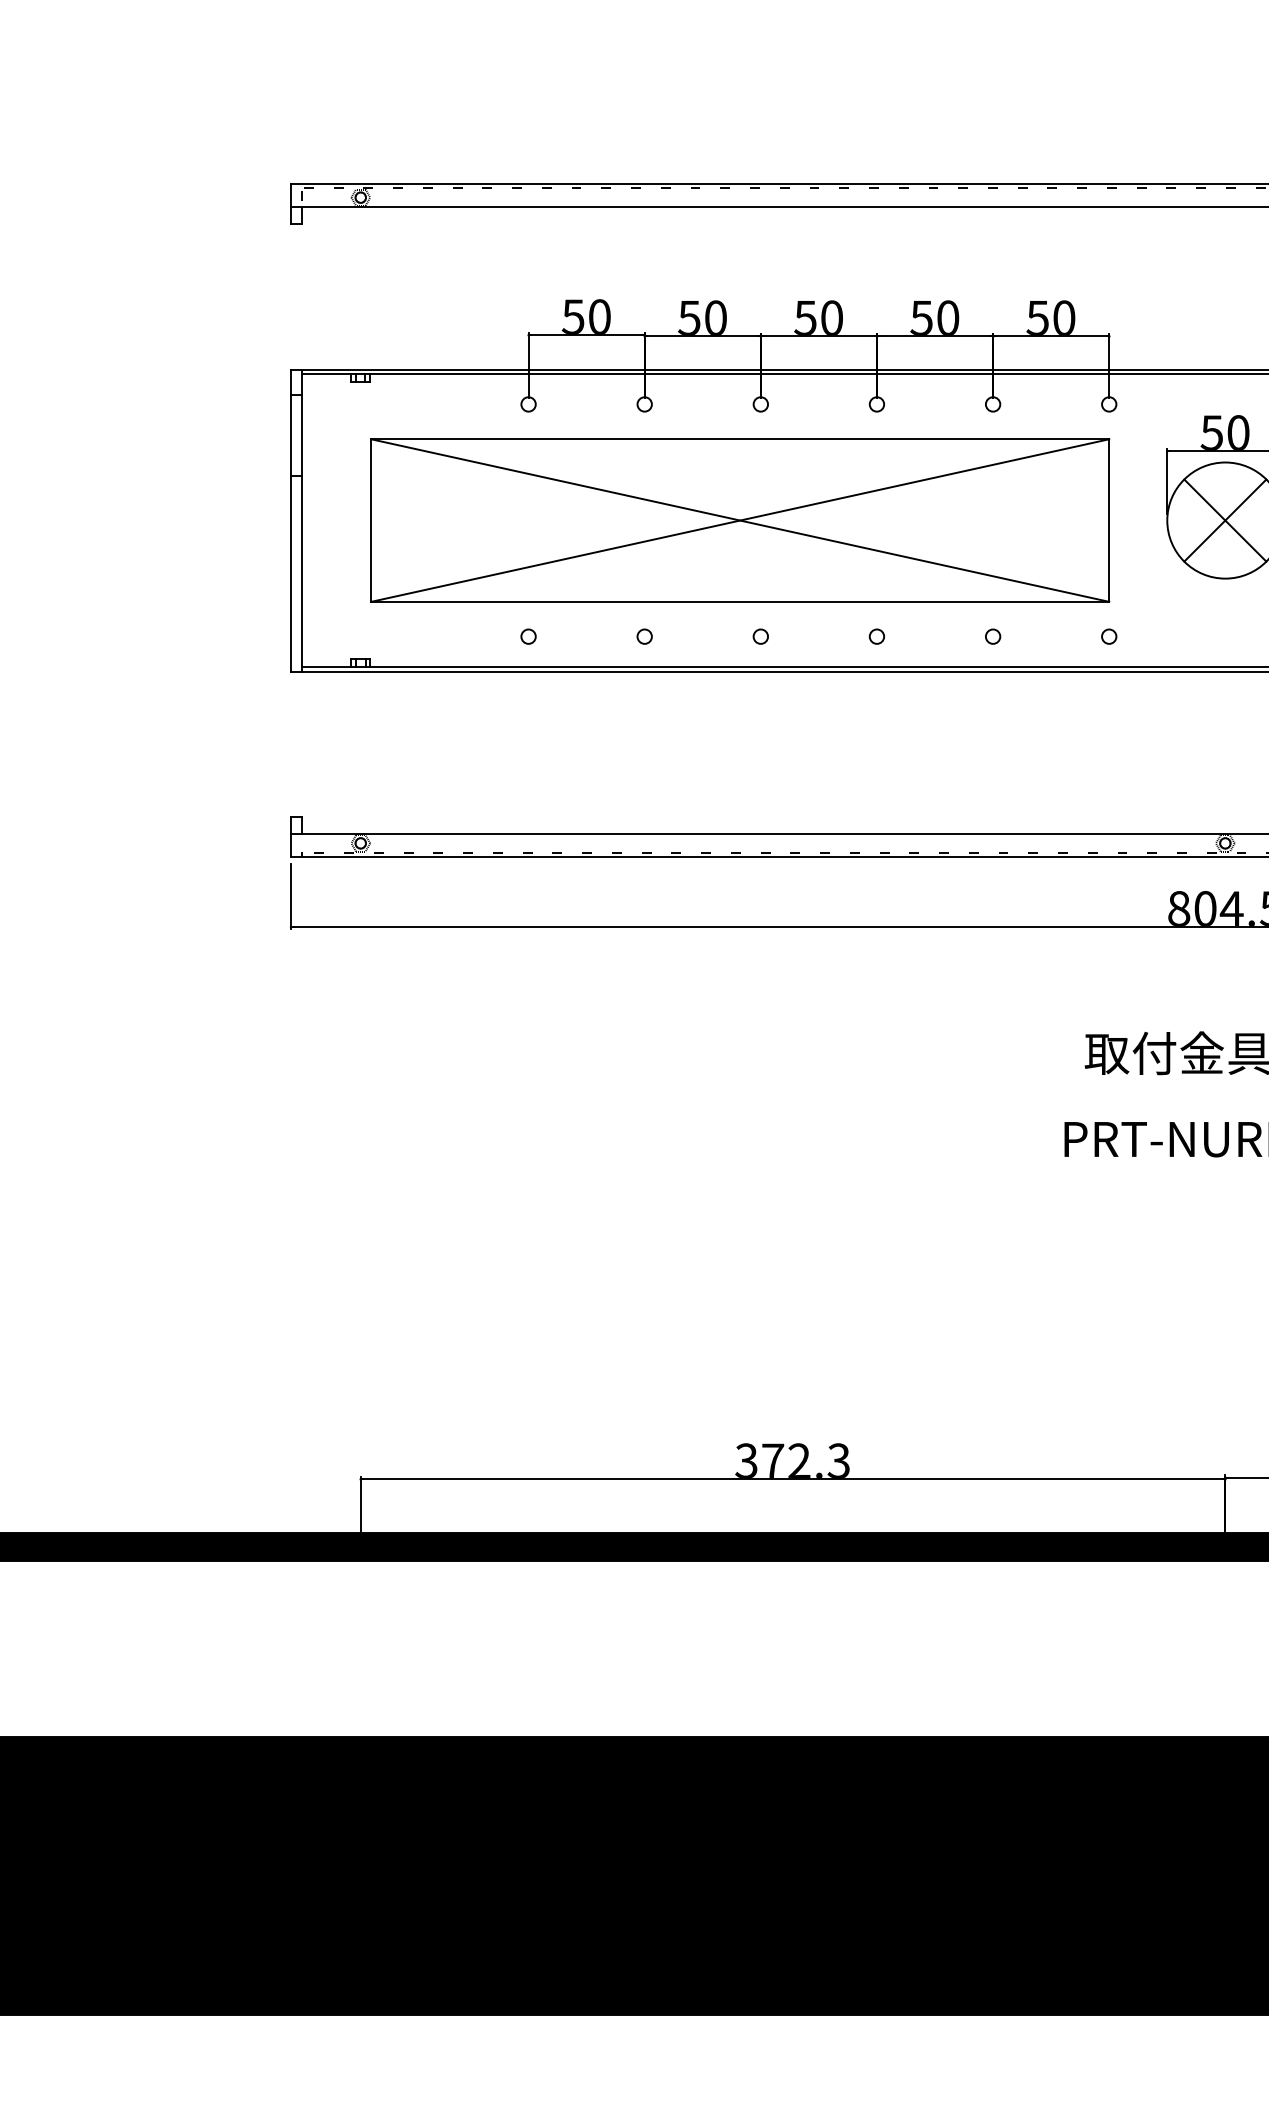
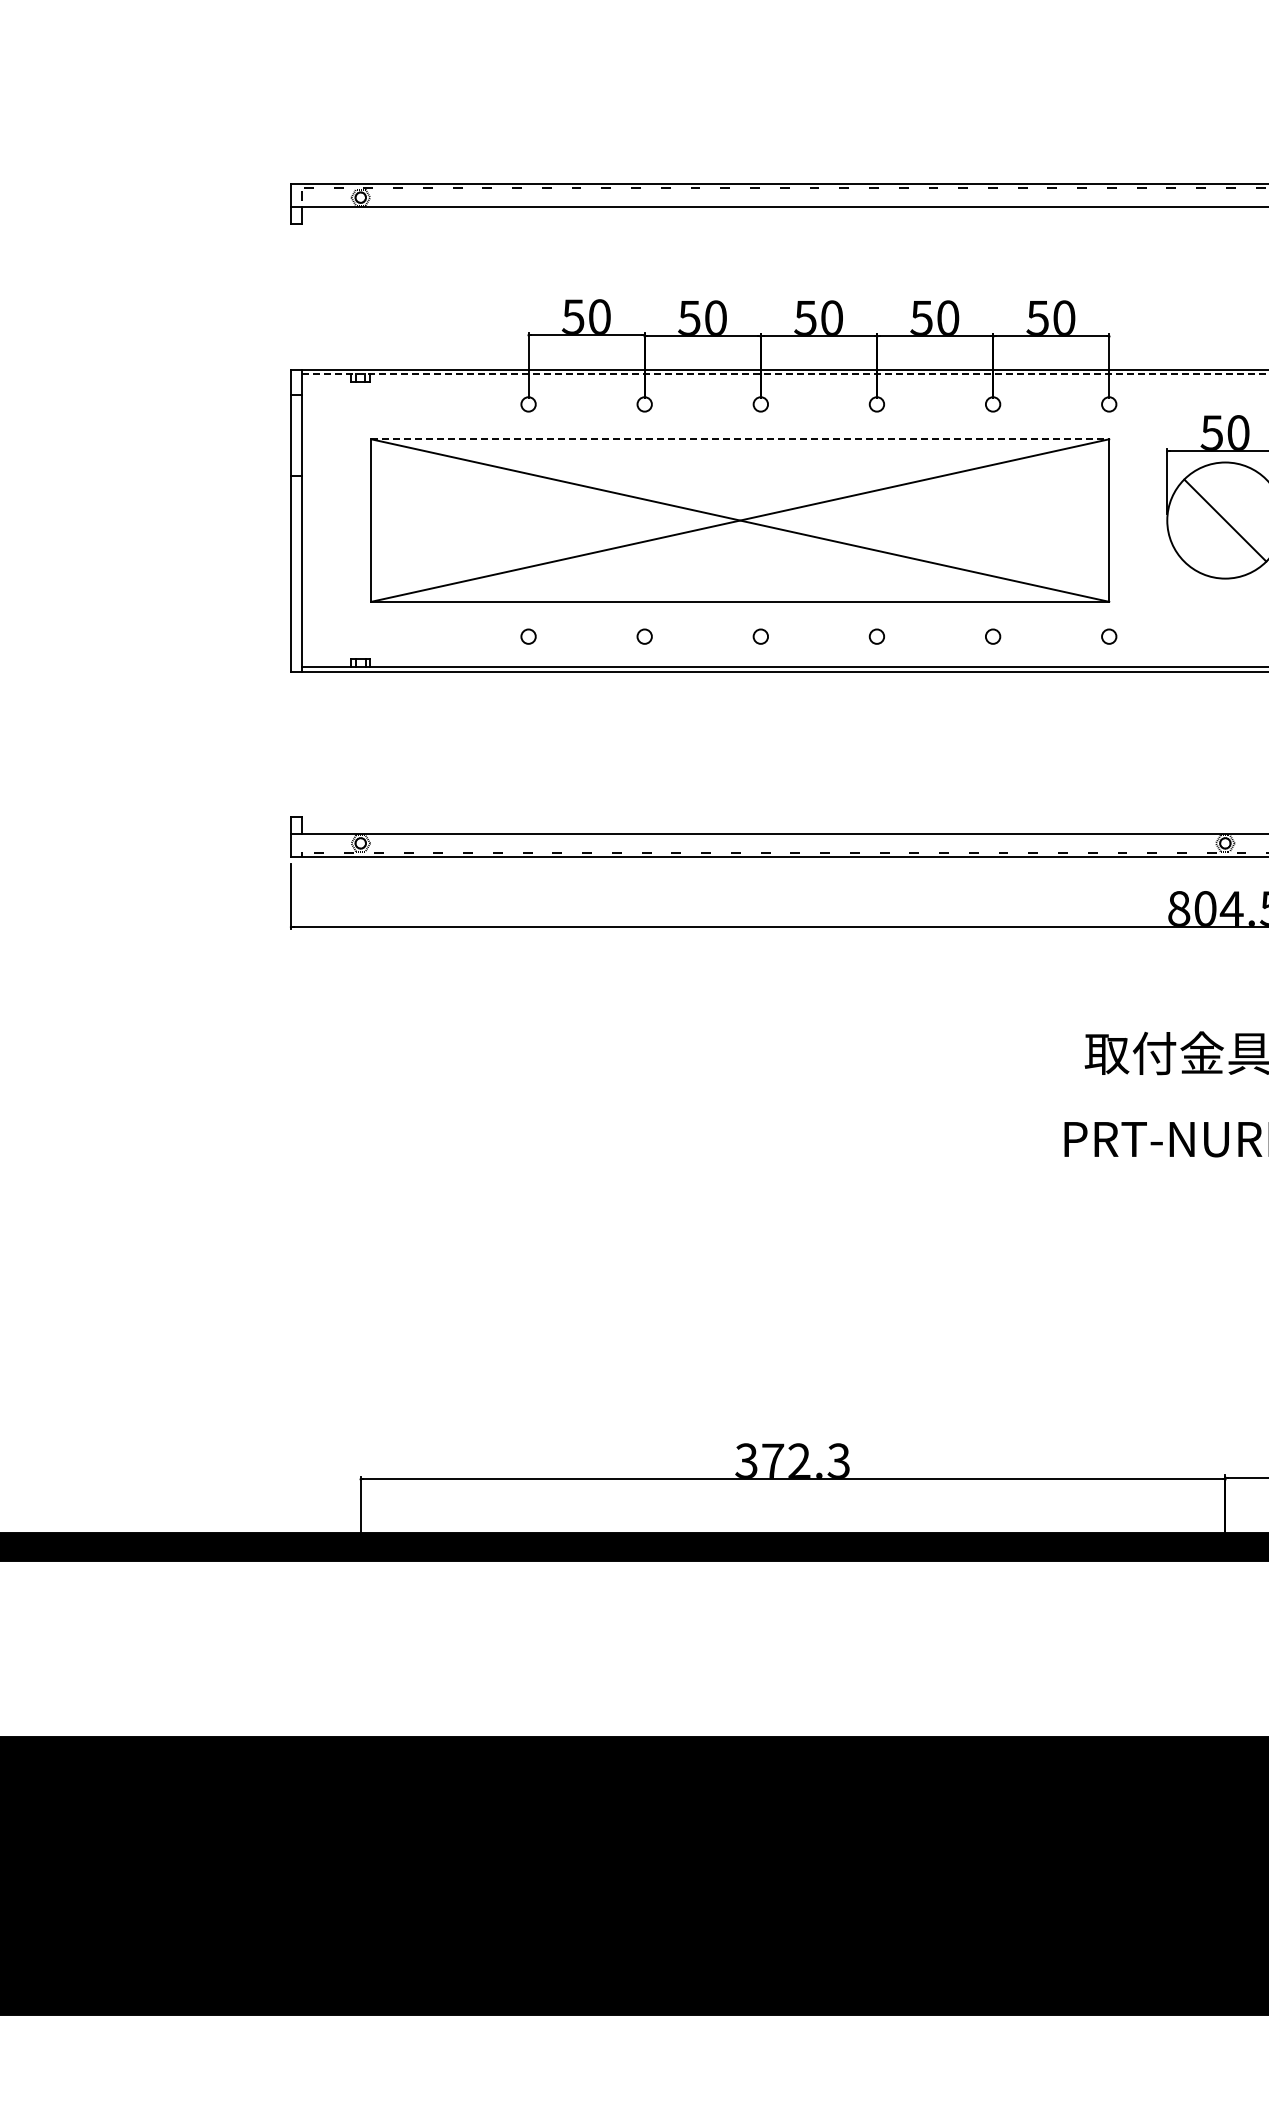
line at (785, 374): solid -> dashed
line at (740, 439): solid -> dashed
line at (1224, 520): present -> none
